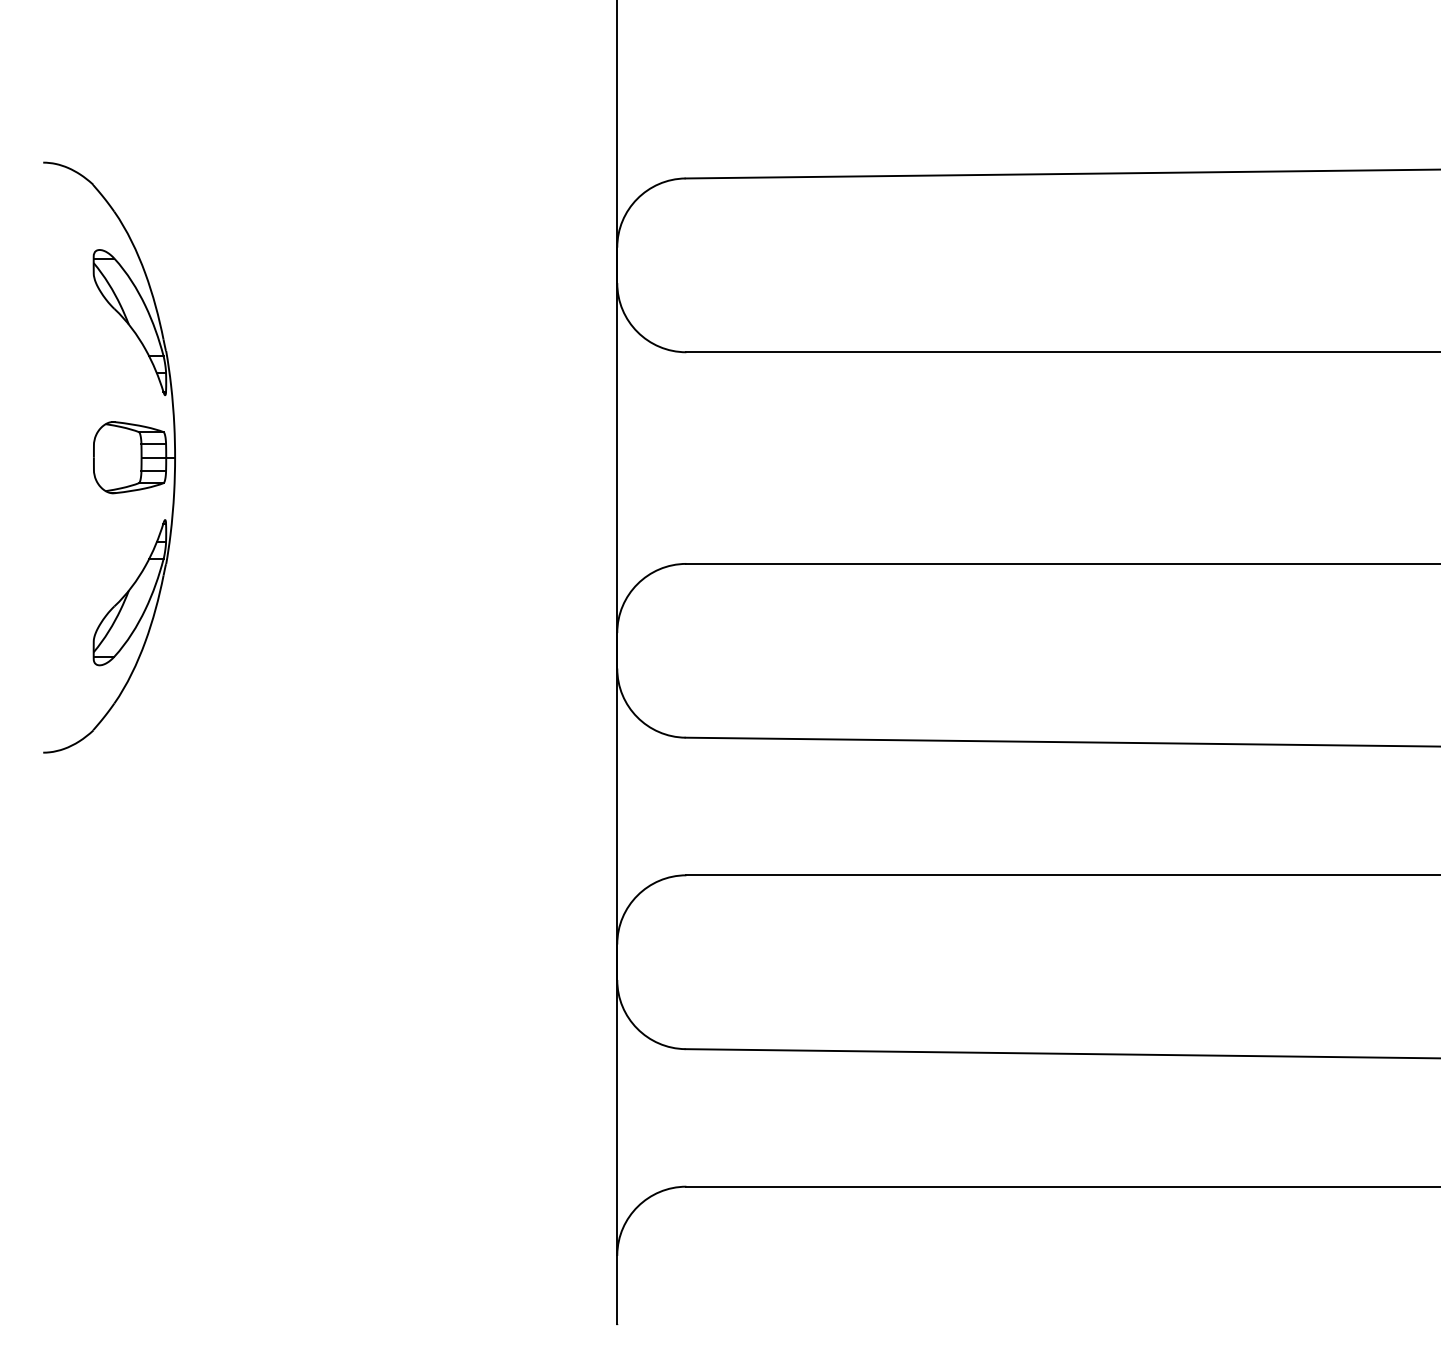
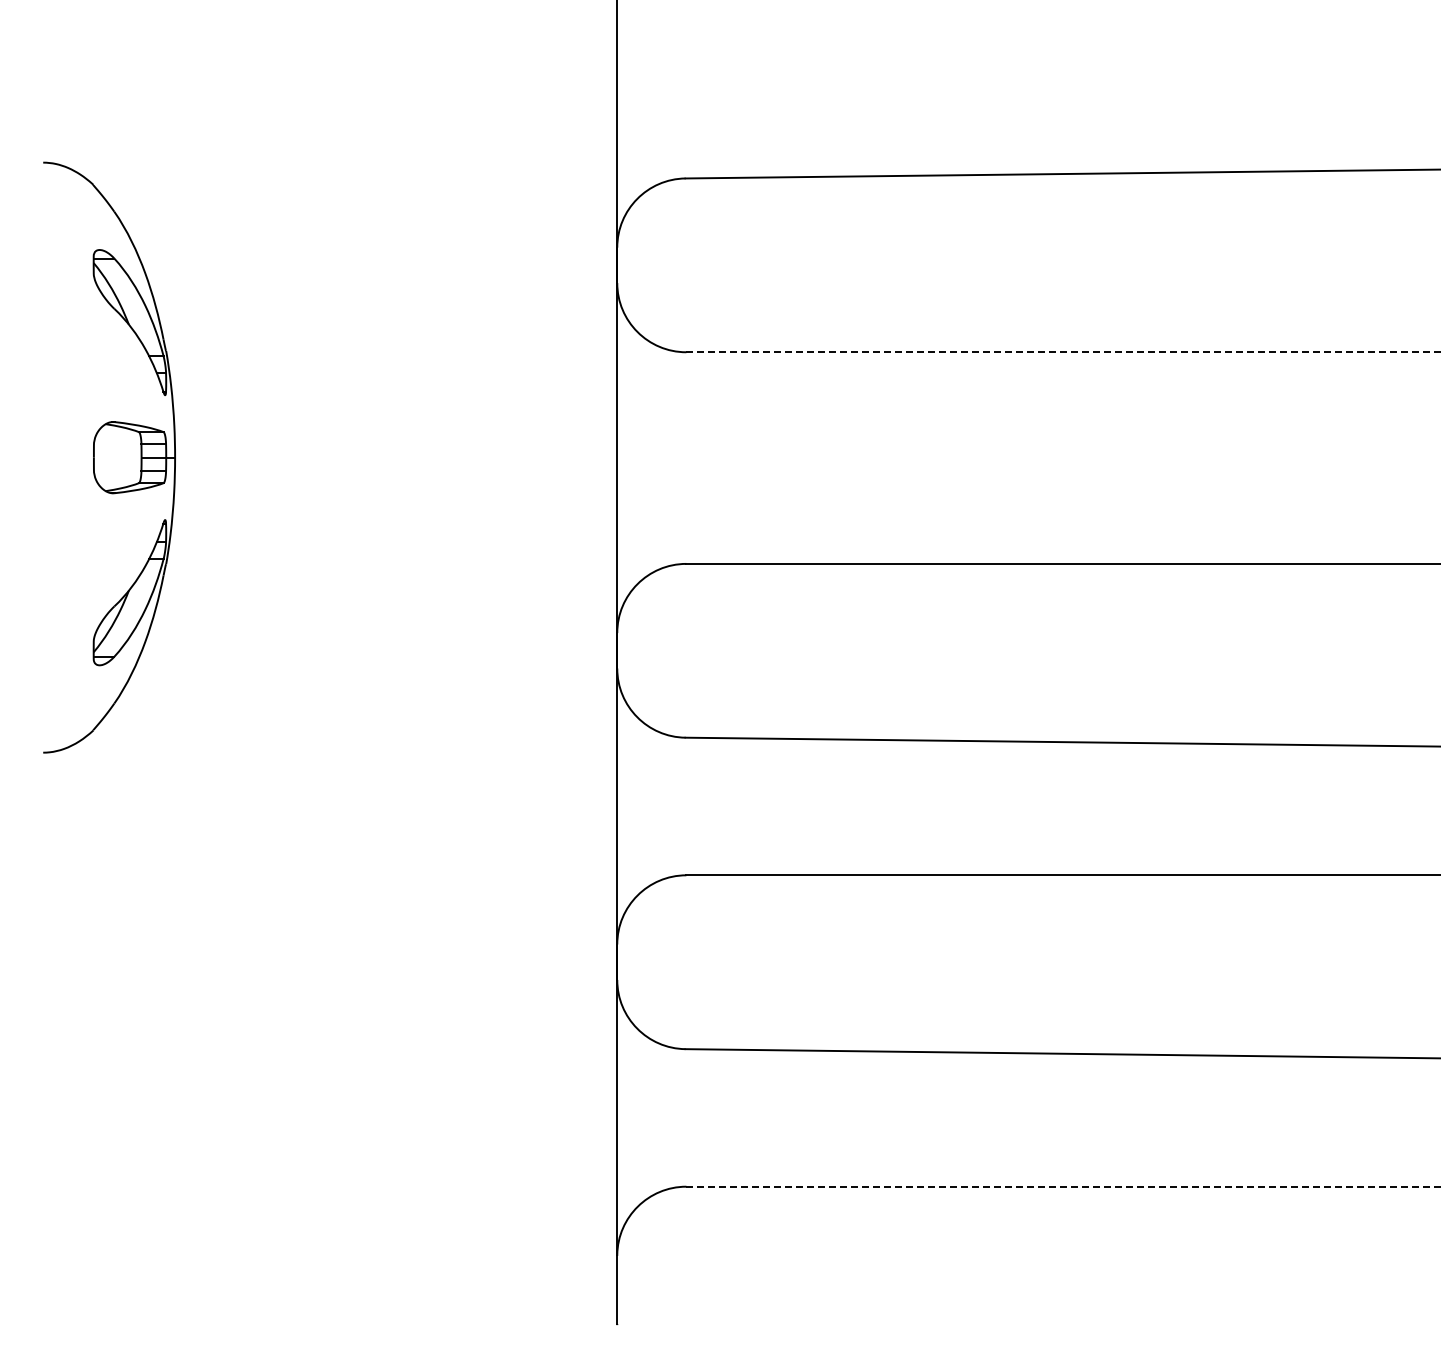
line at (1063, 352): solid -> dashed
line at (1063, 1186): solid -> dashed
